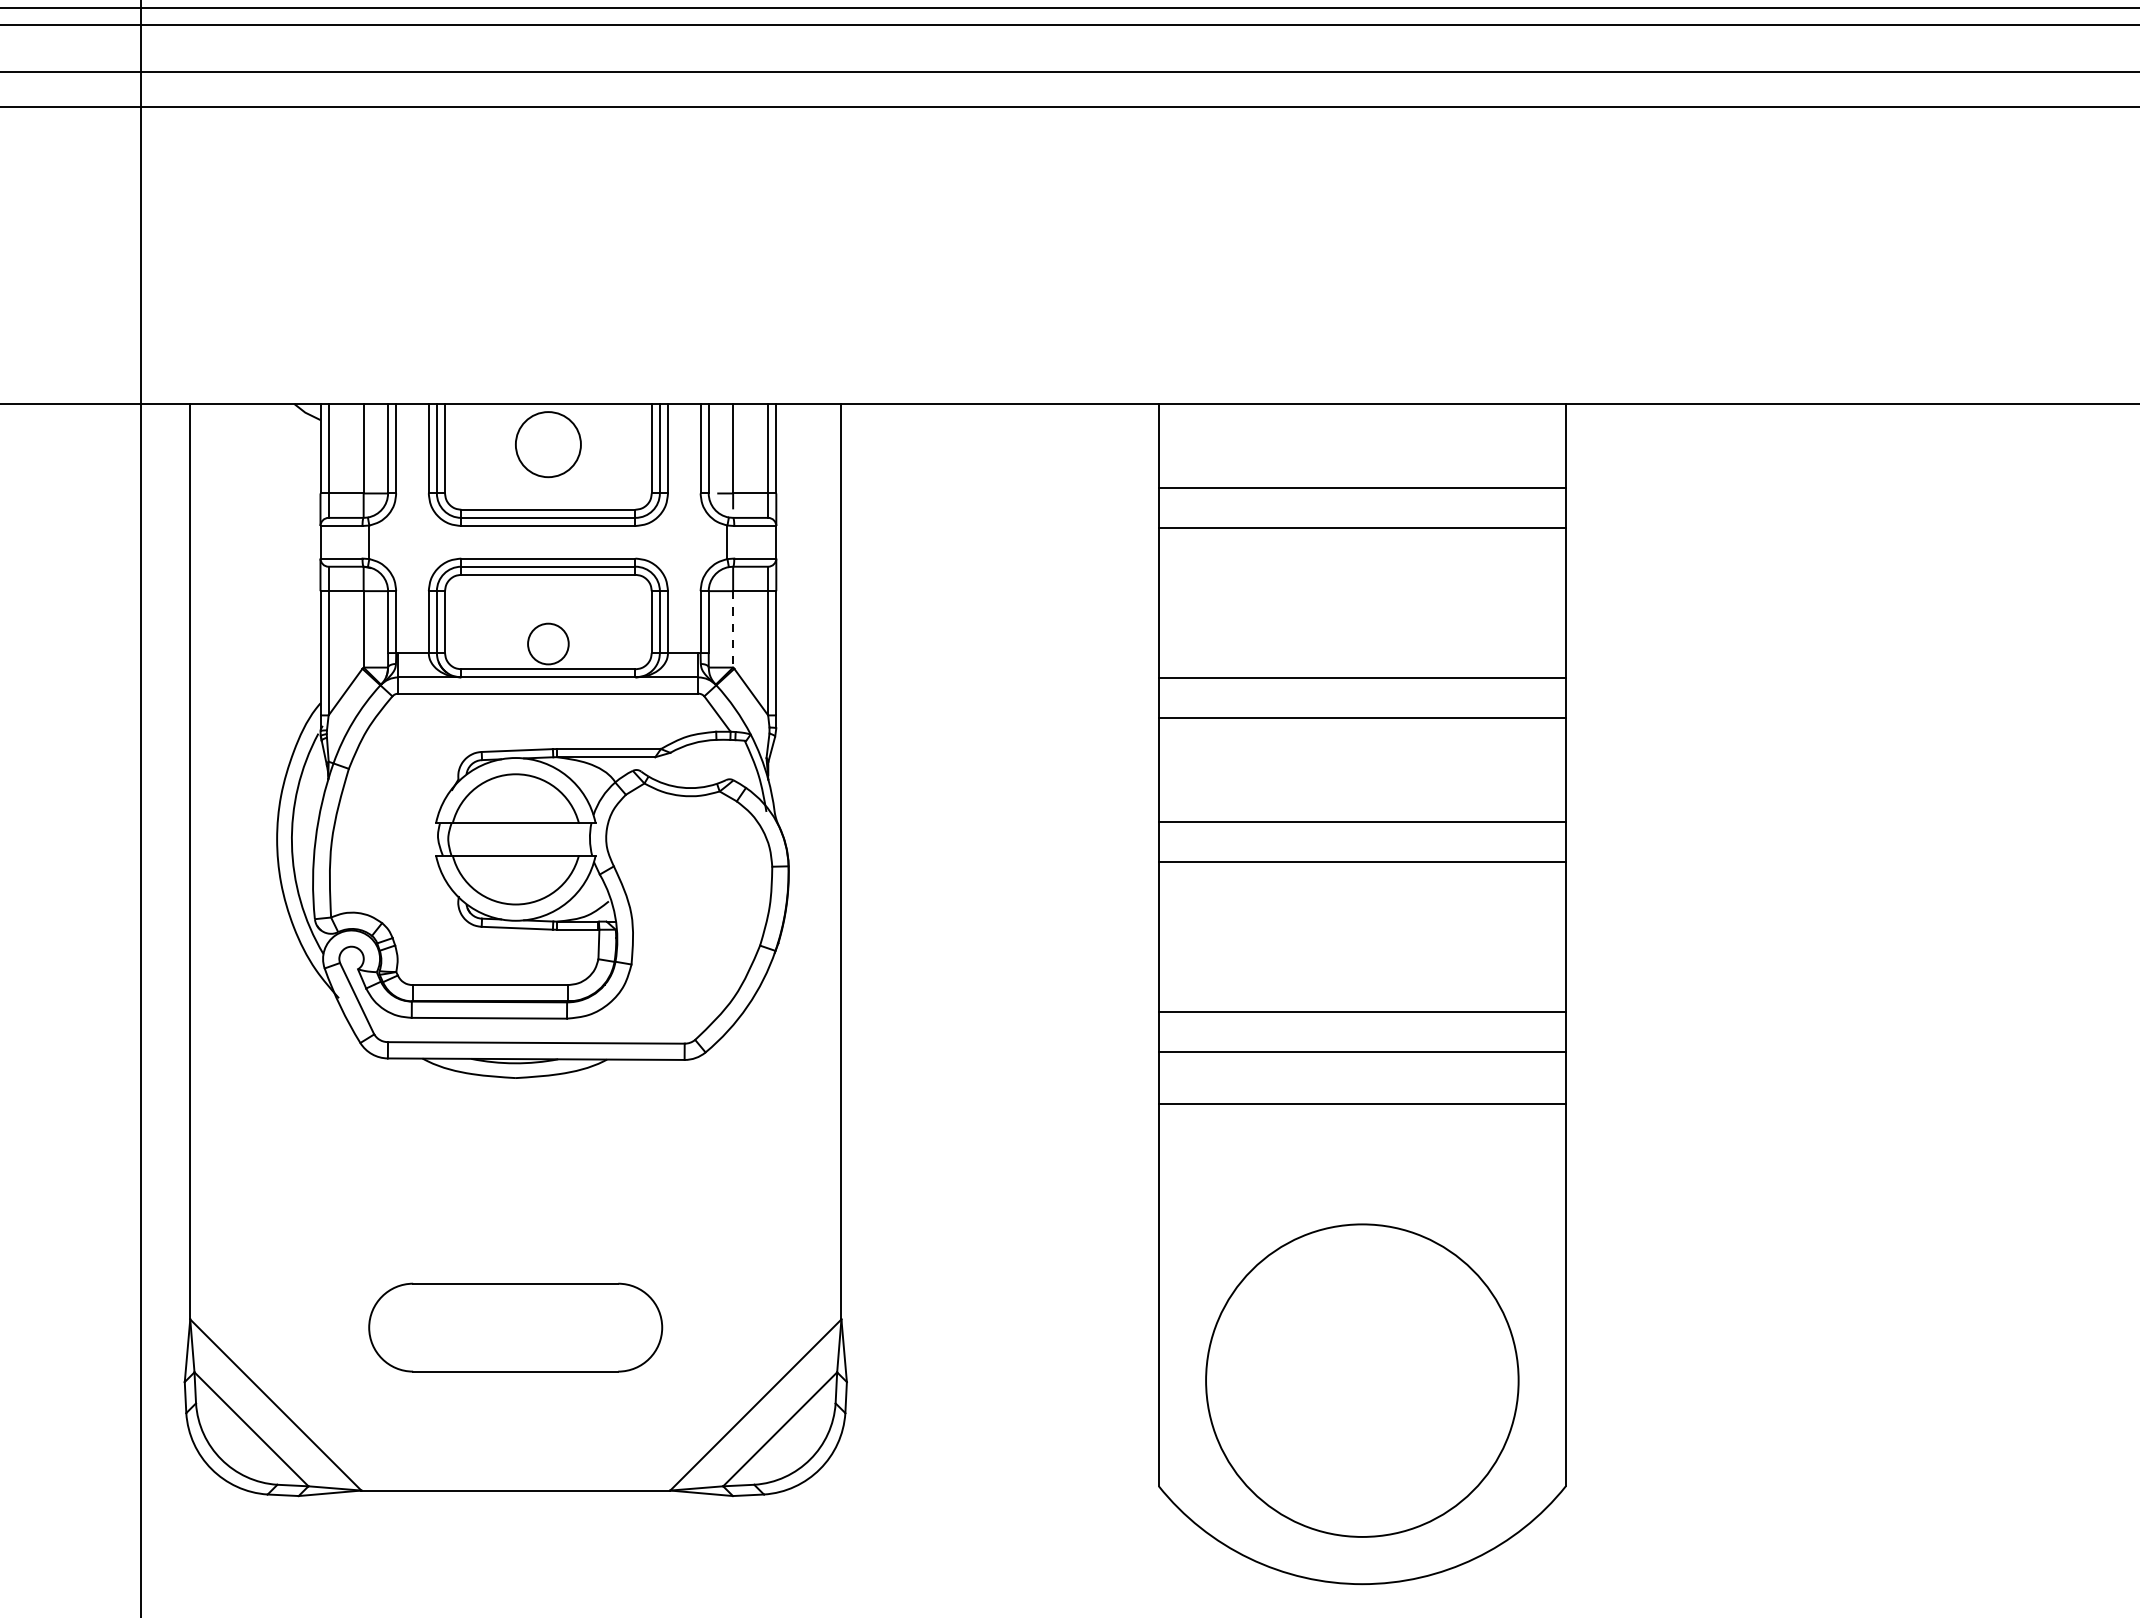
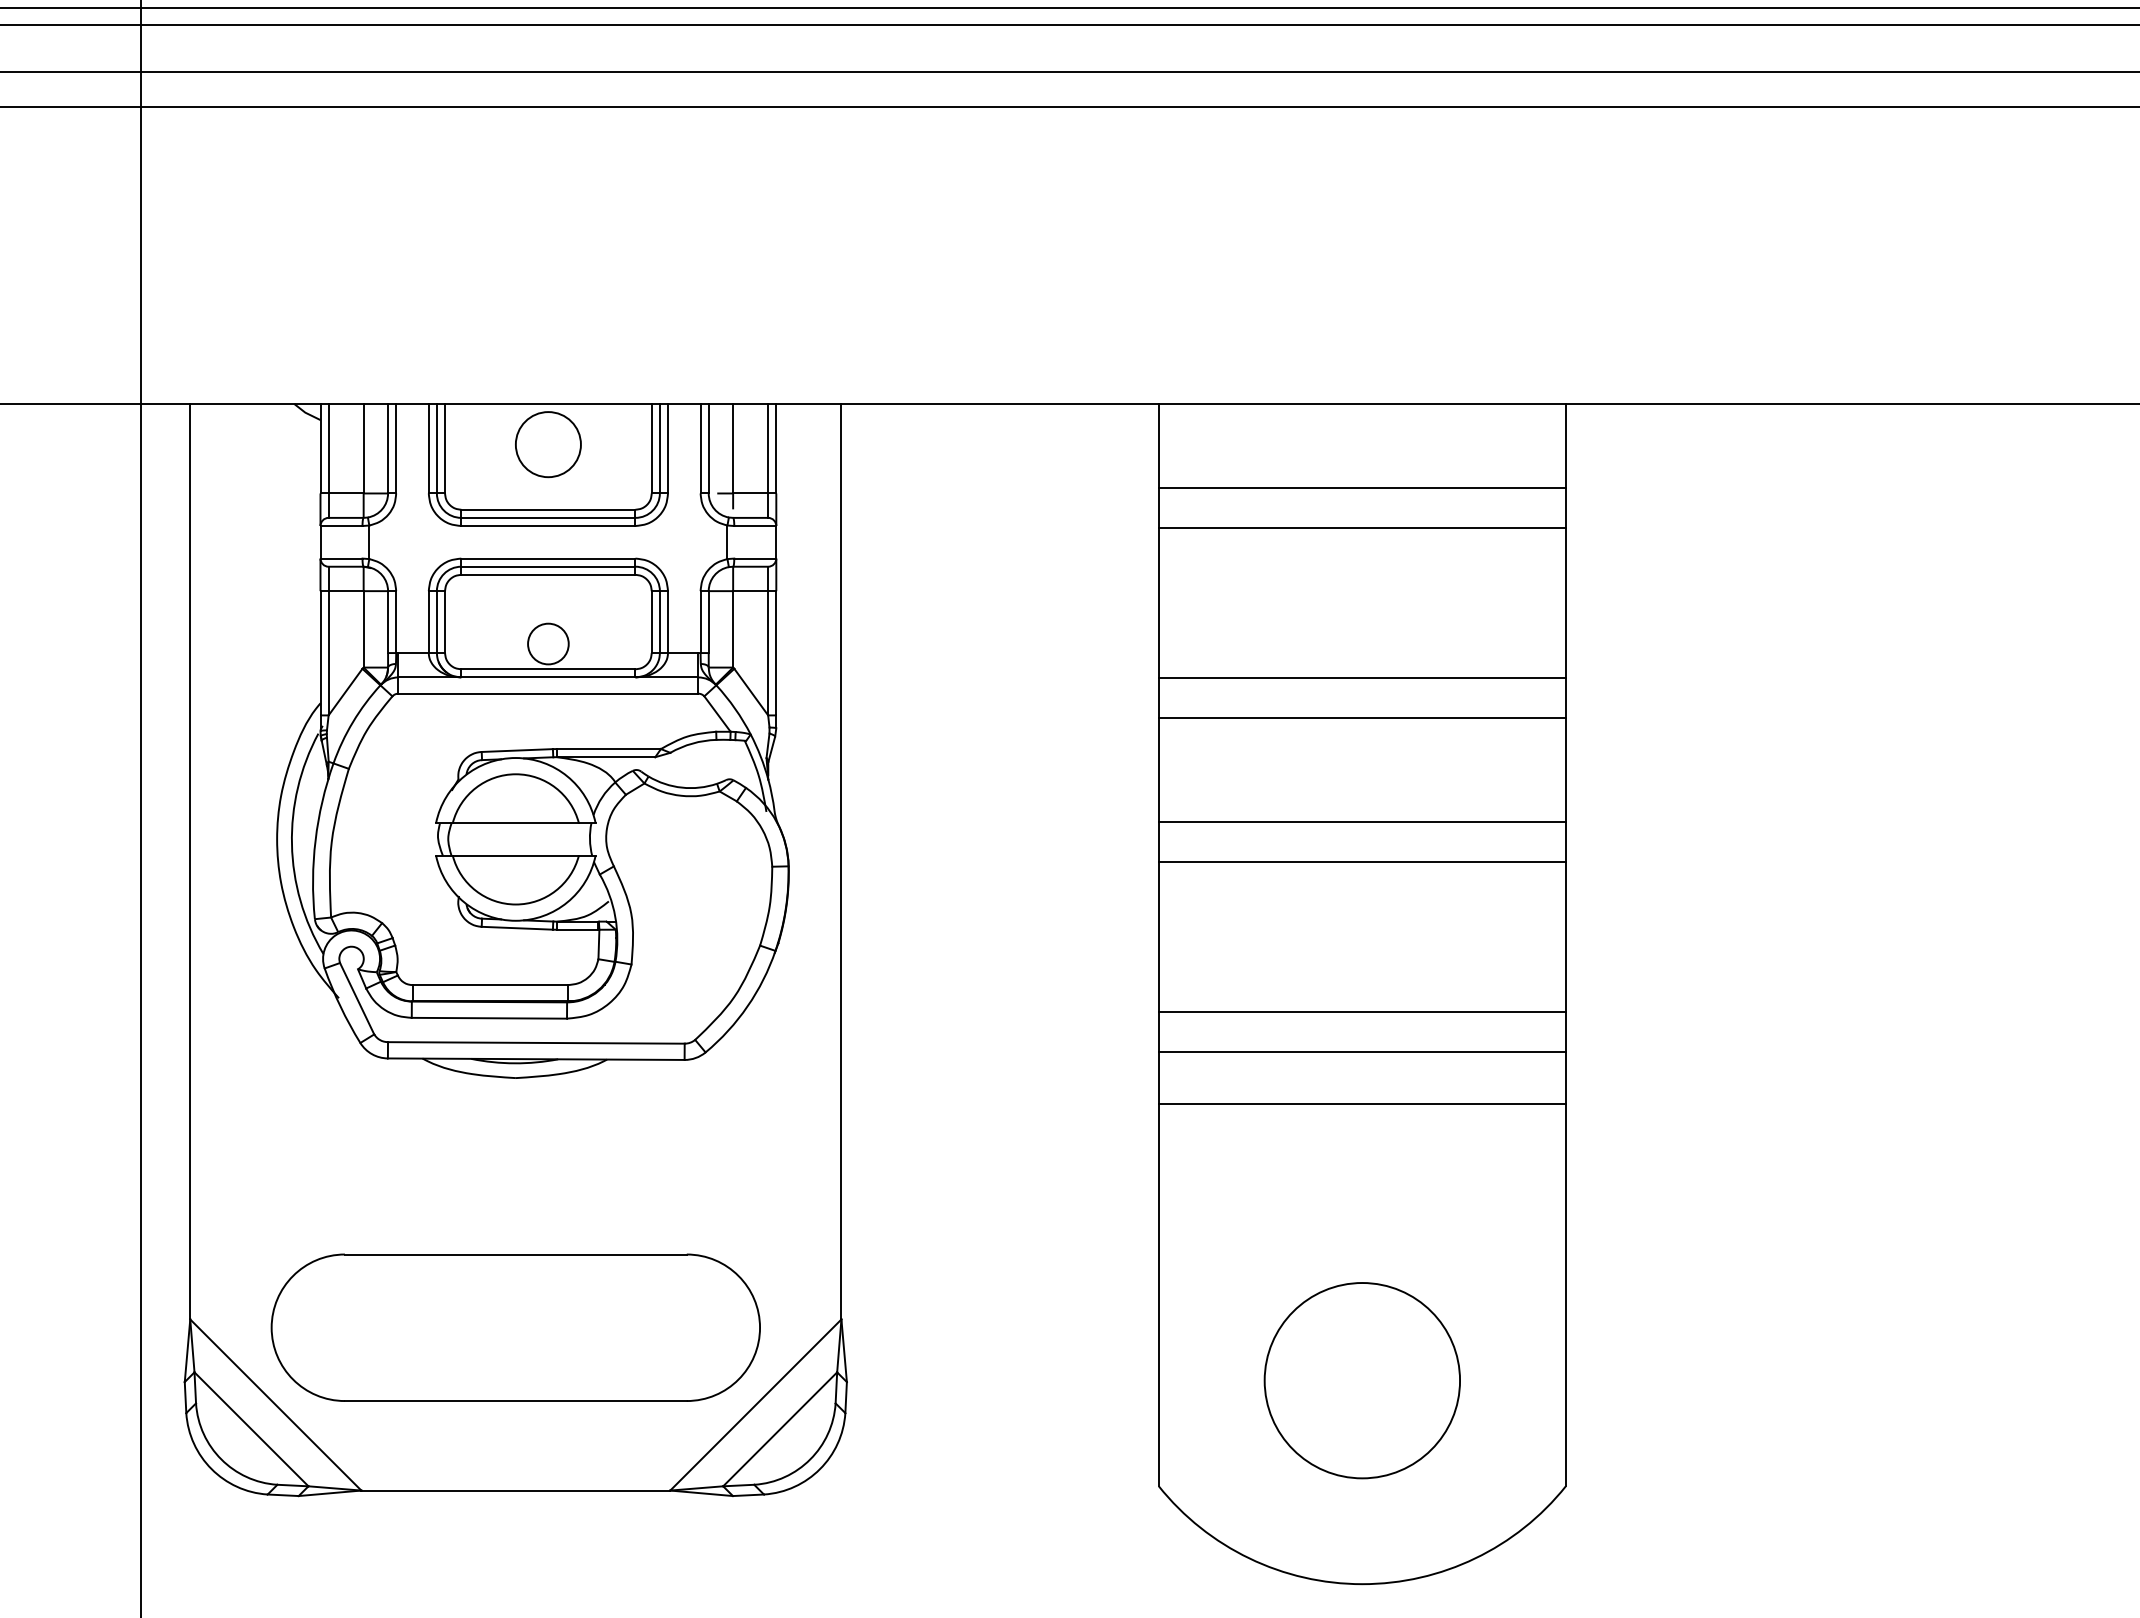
line at (733, 629): dashed -> solid
part at (515, 1327) size: 296x91 px -> 491x149 px
circle at (1362, 1380) diameter: 313 px -> 195 px
